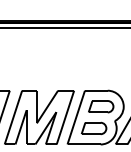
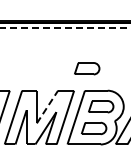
line at (65, 27): solid -> dashed
part at (87, 68): none -> present
line at (47, 106): solid -> dashed
